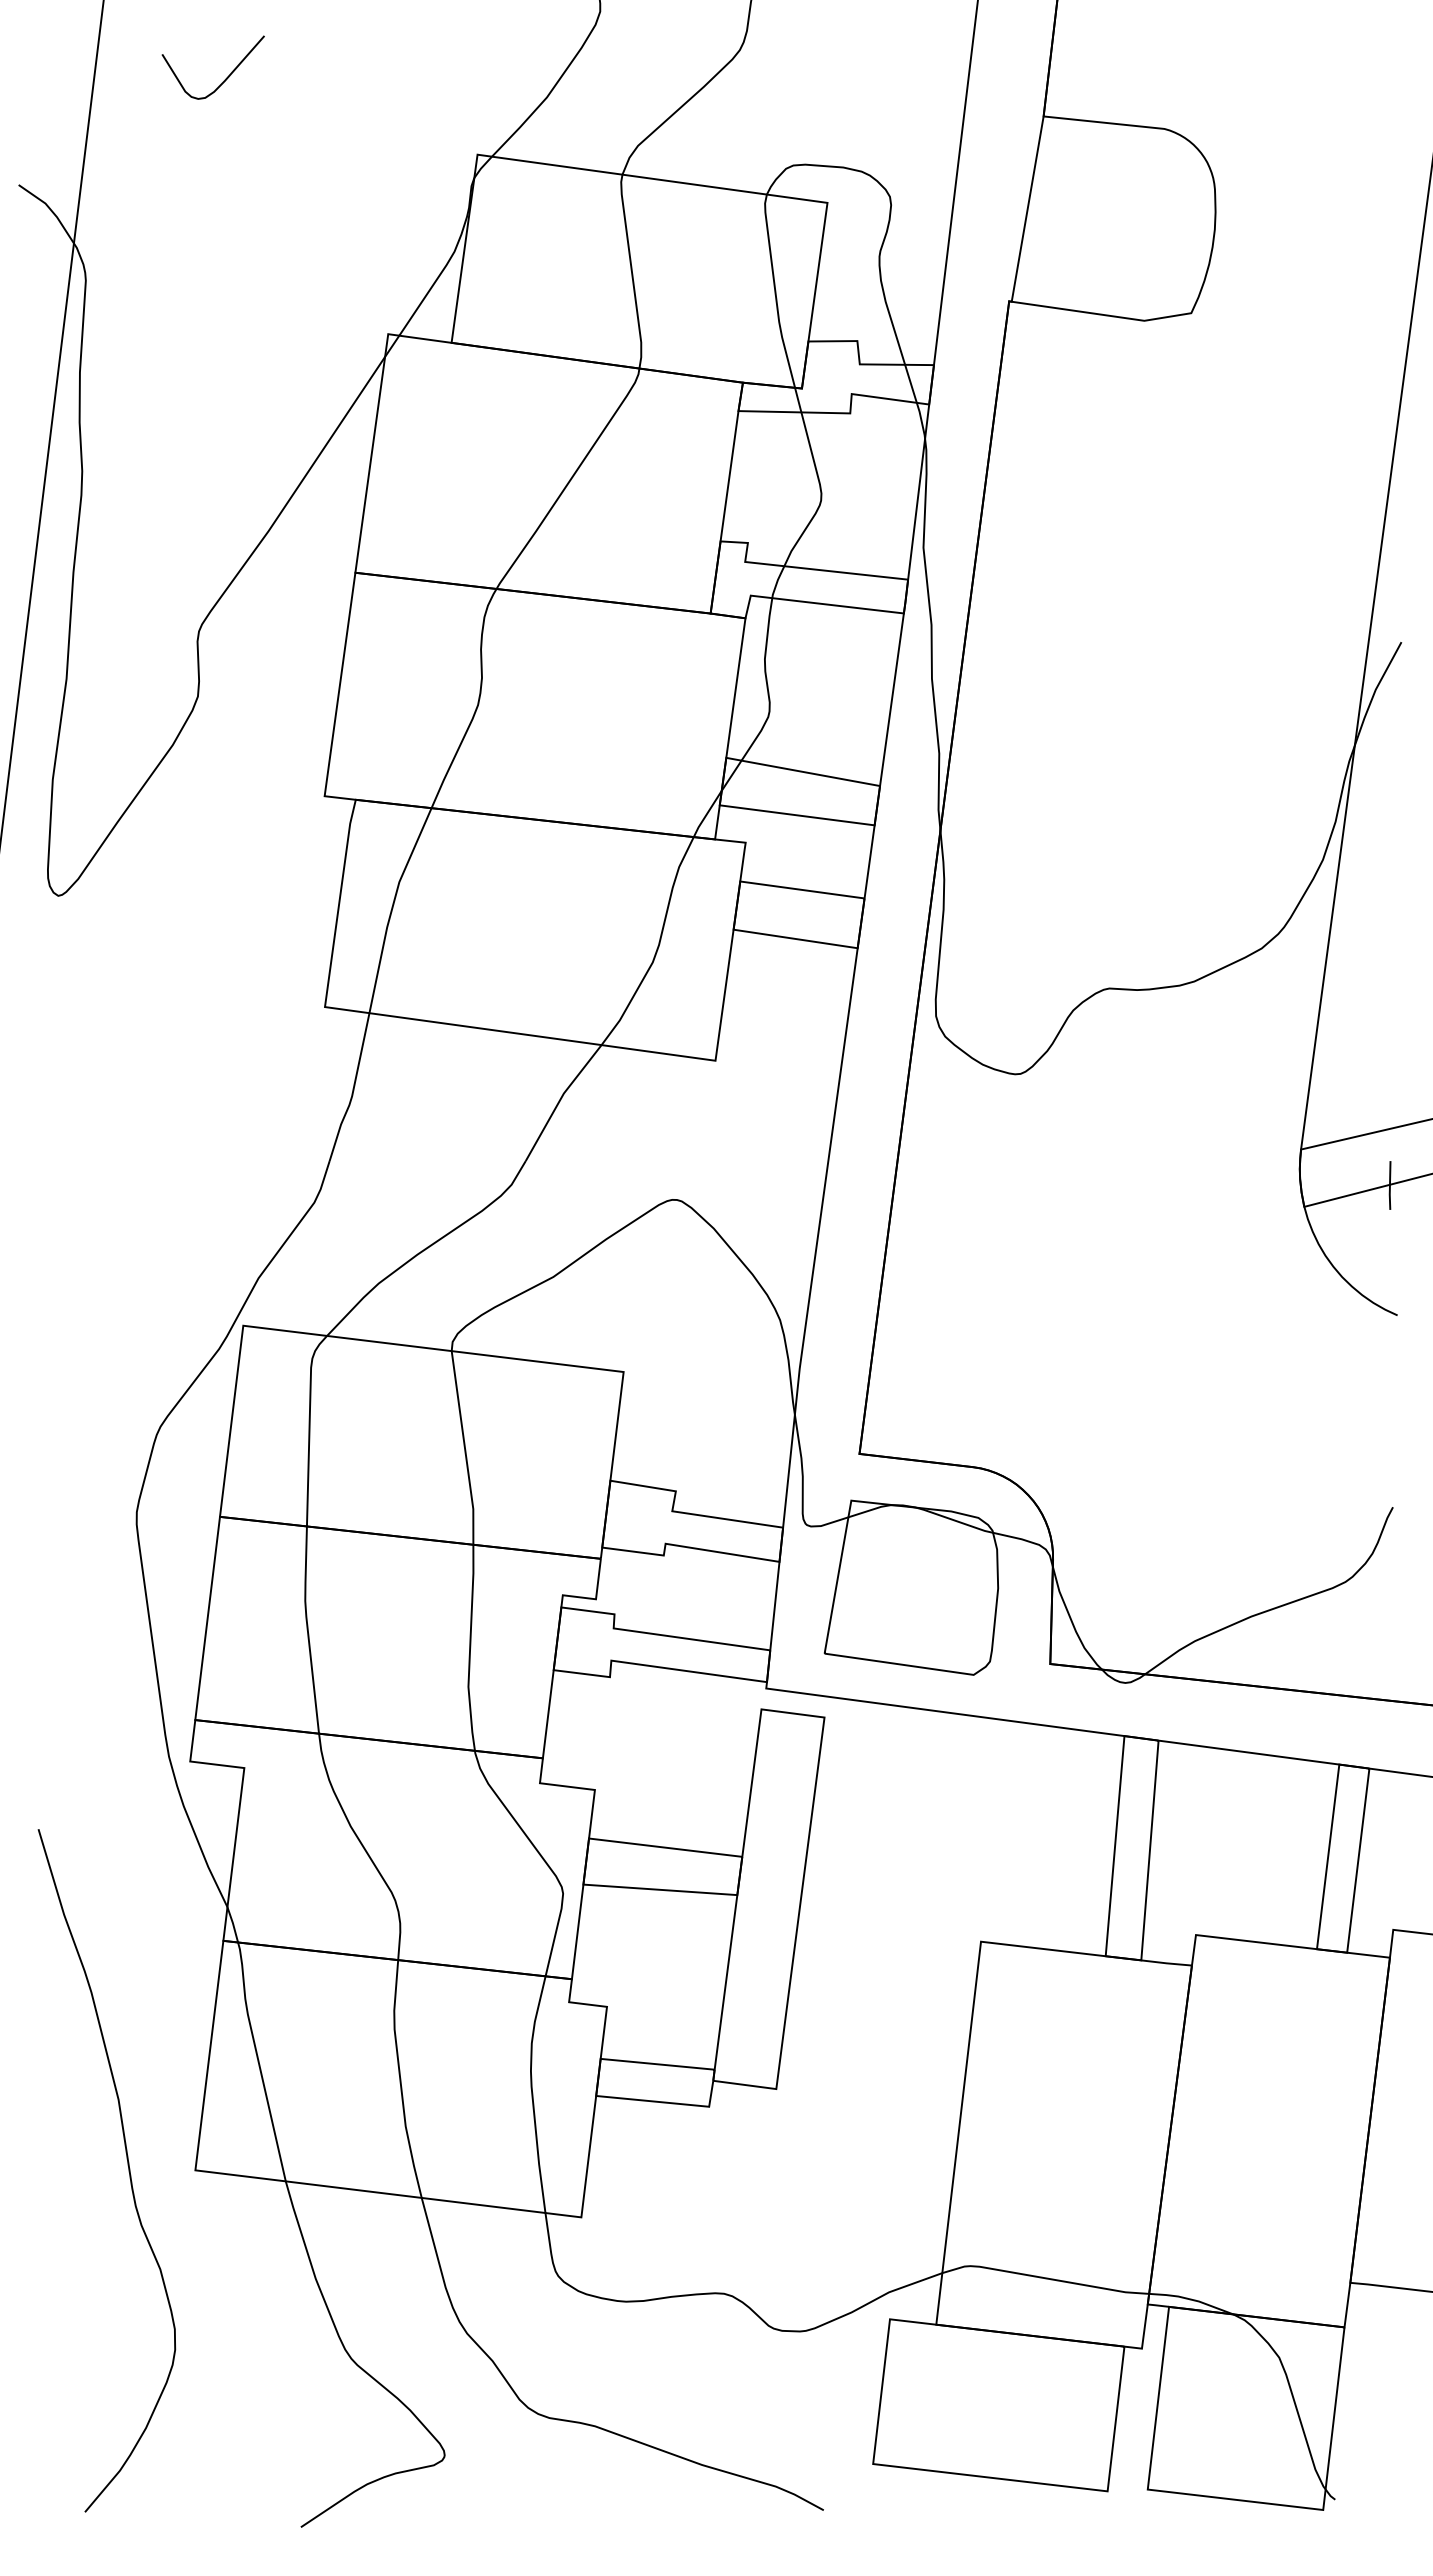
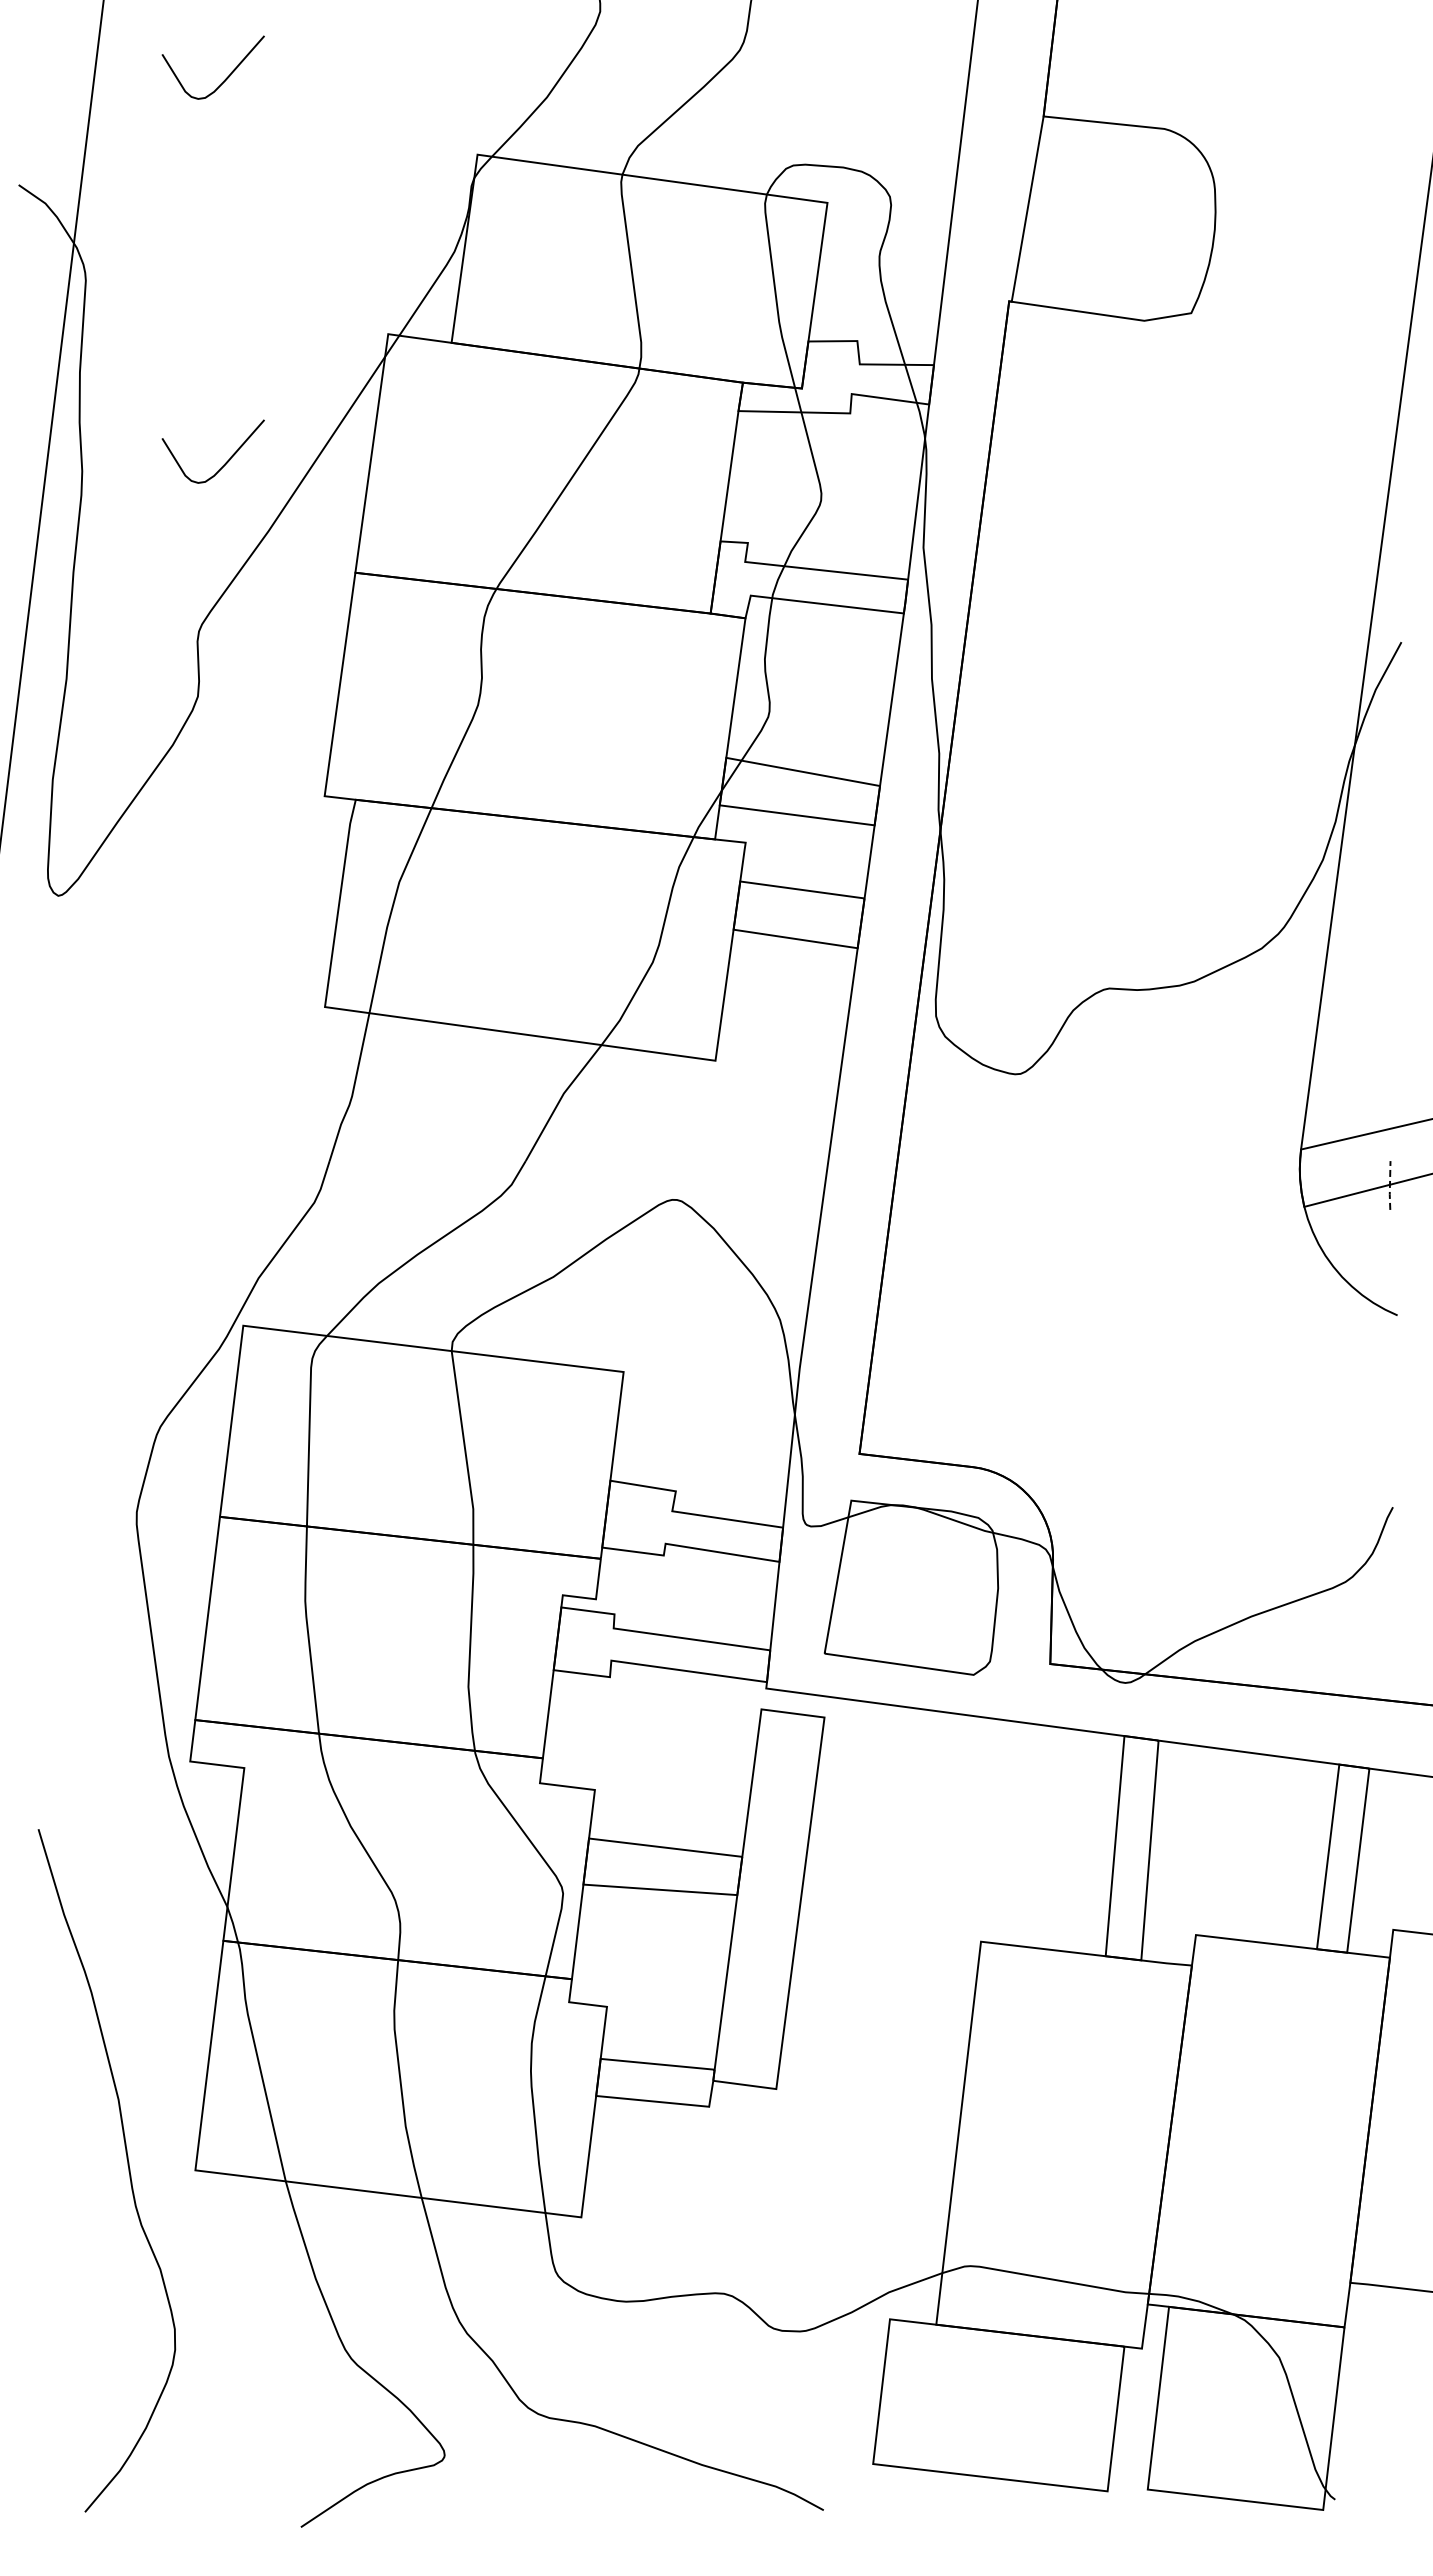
curve at (224, 463): none -> present
line at (1389, 1185): solid -> dashed
